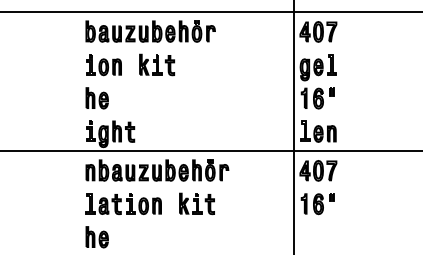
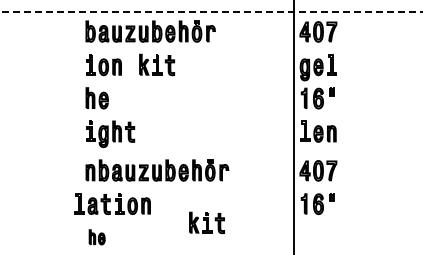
line at (211, 11): solid -> dashed
line at (210, 150): present -> none
part at (196, 203) position: (196, 203) -> (206, 222)
part at (123, 204) position: (123, 204) -> (112, 204)
part at (96, 237) size: 24x23 px -> 18x17 px
